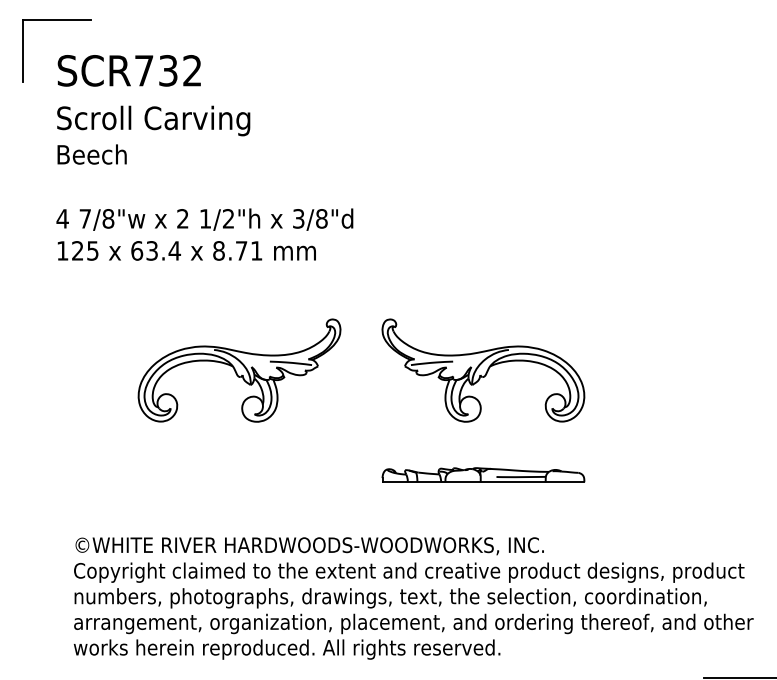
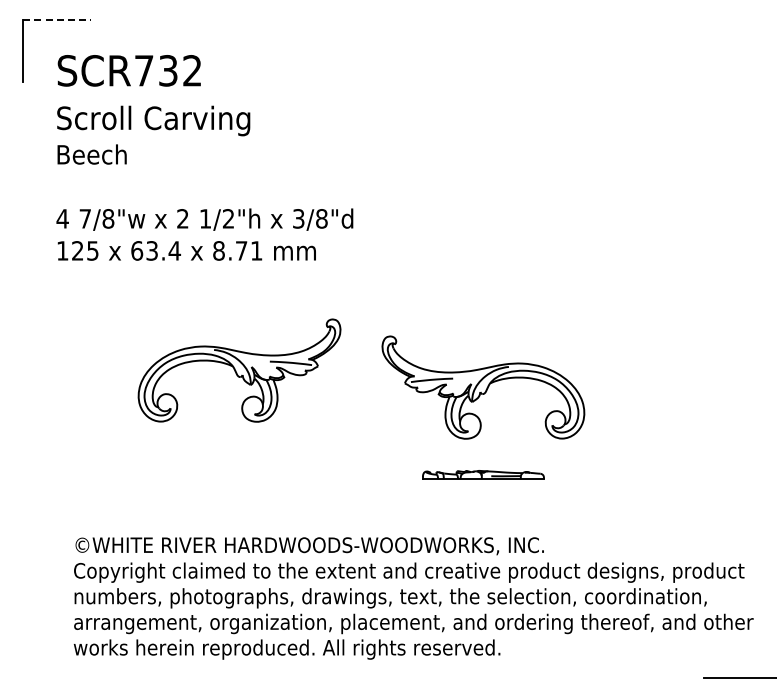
line at (57, 20): solid -> dashed
part at (483, 370) position: (483, 370) -> (483, 387)
part at (483, 474) size: 205x16 px -> 123x10 px
